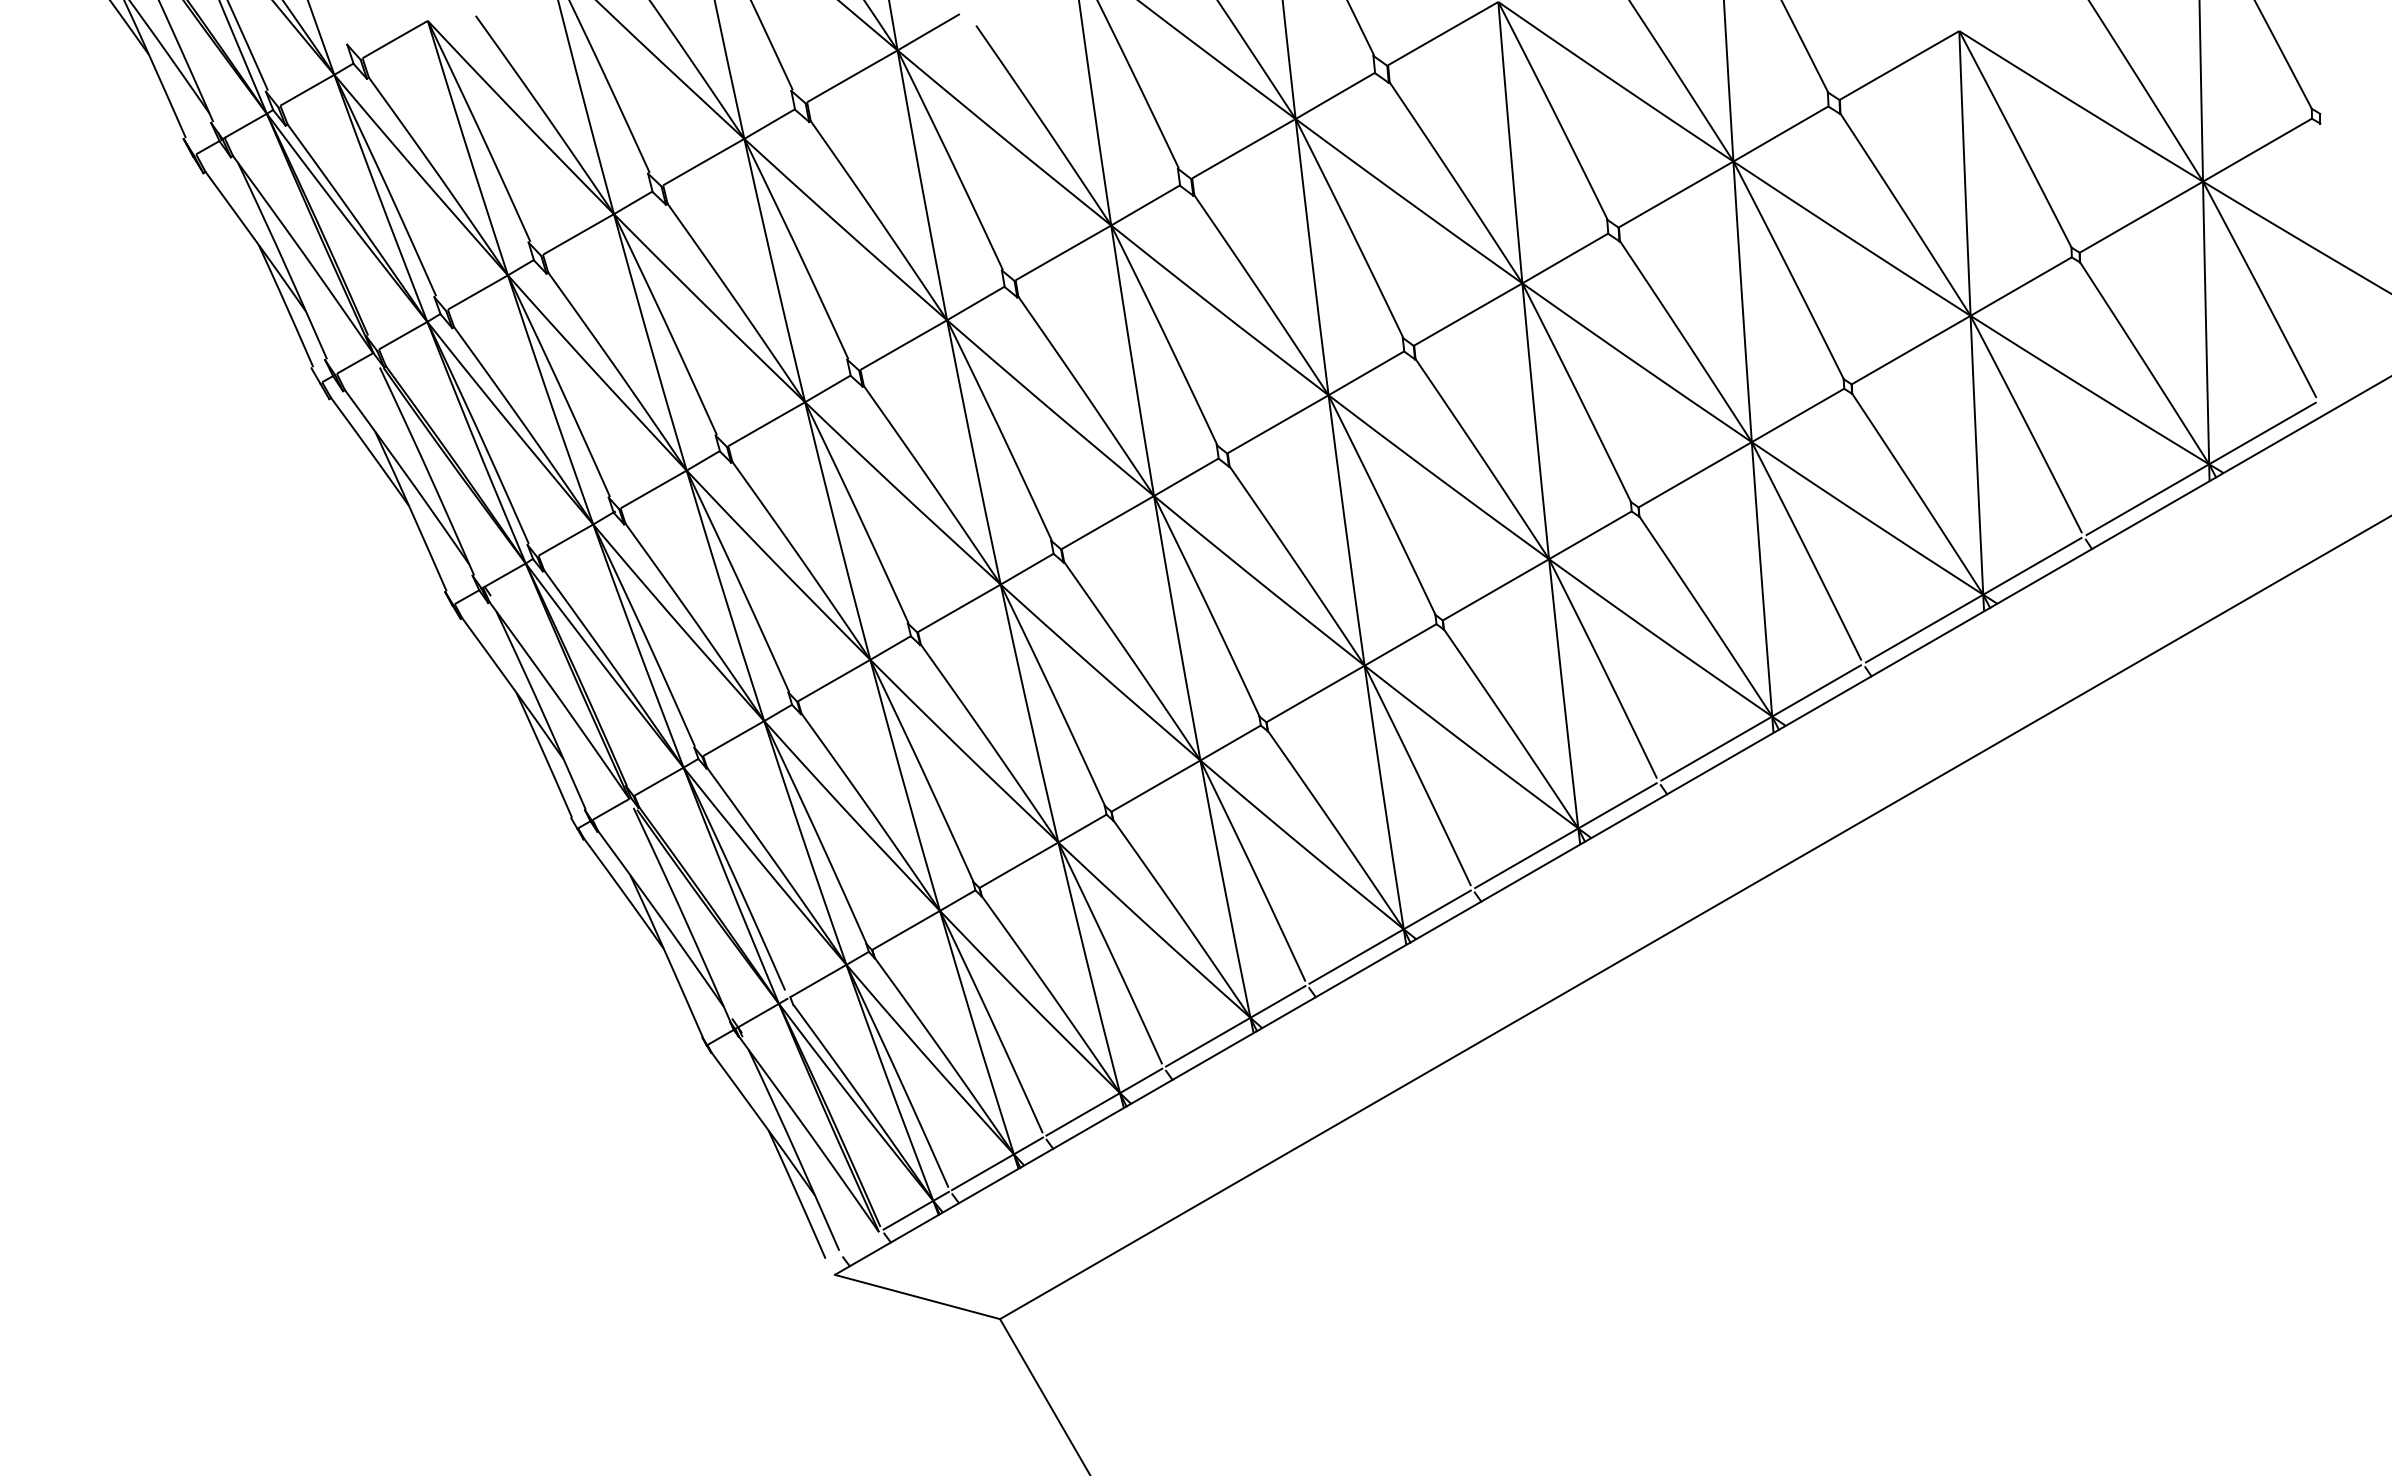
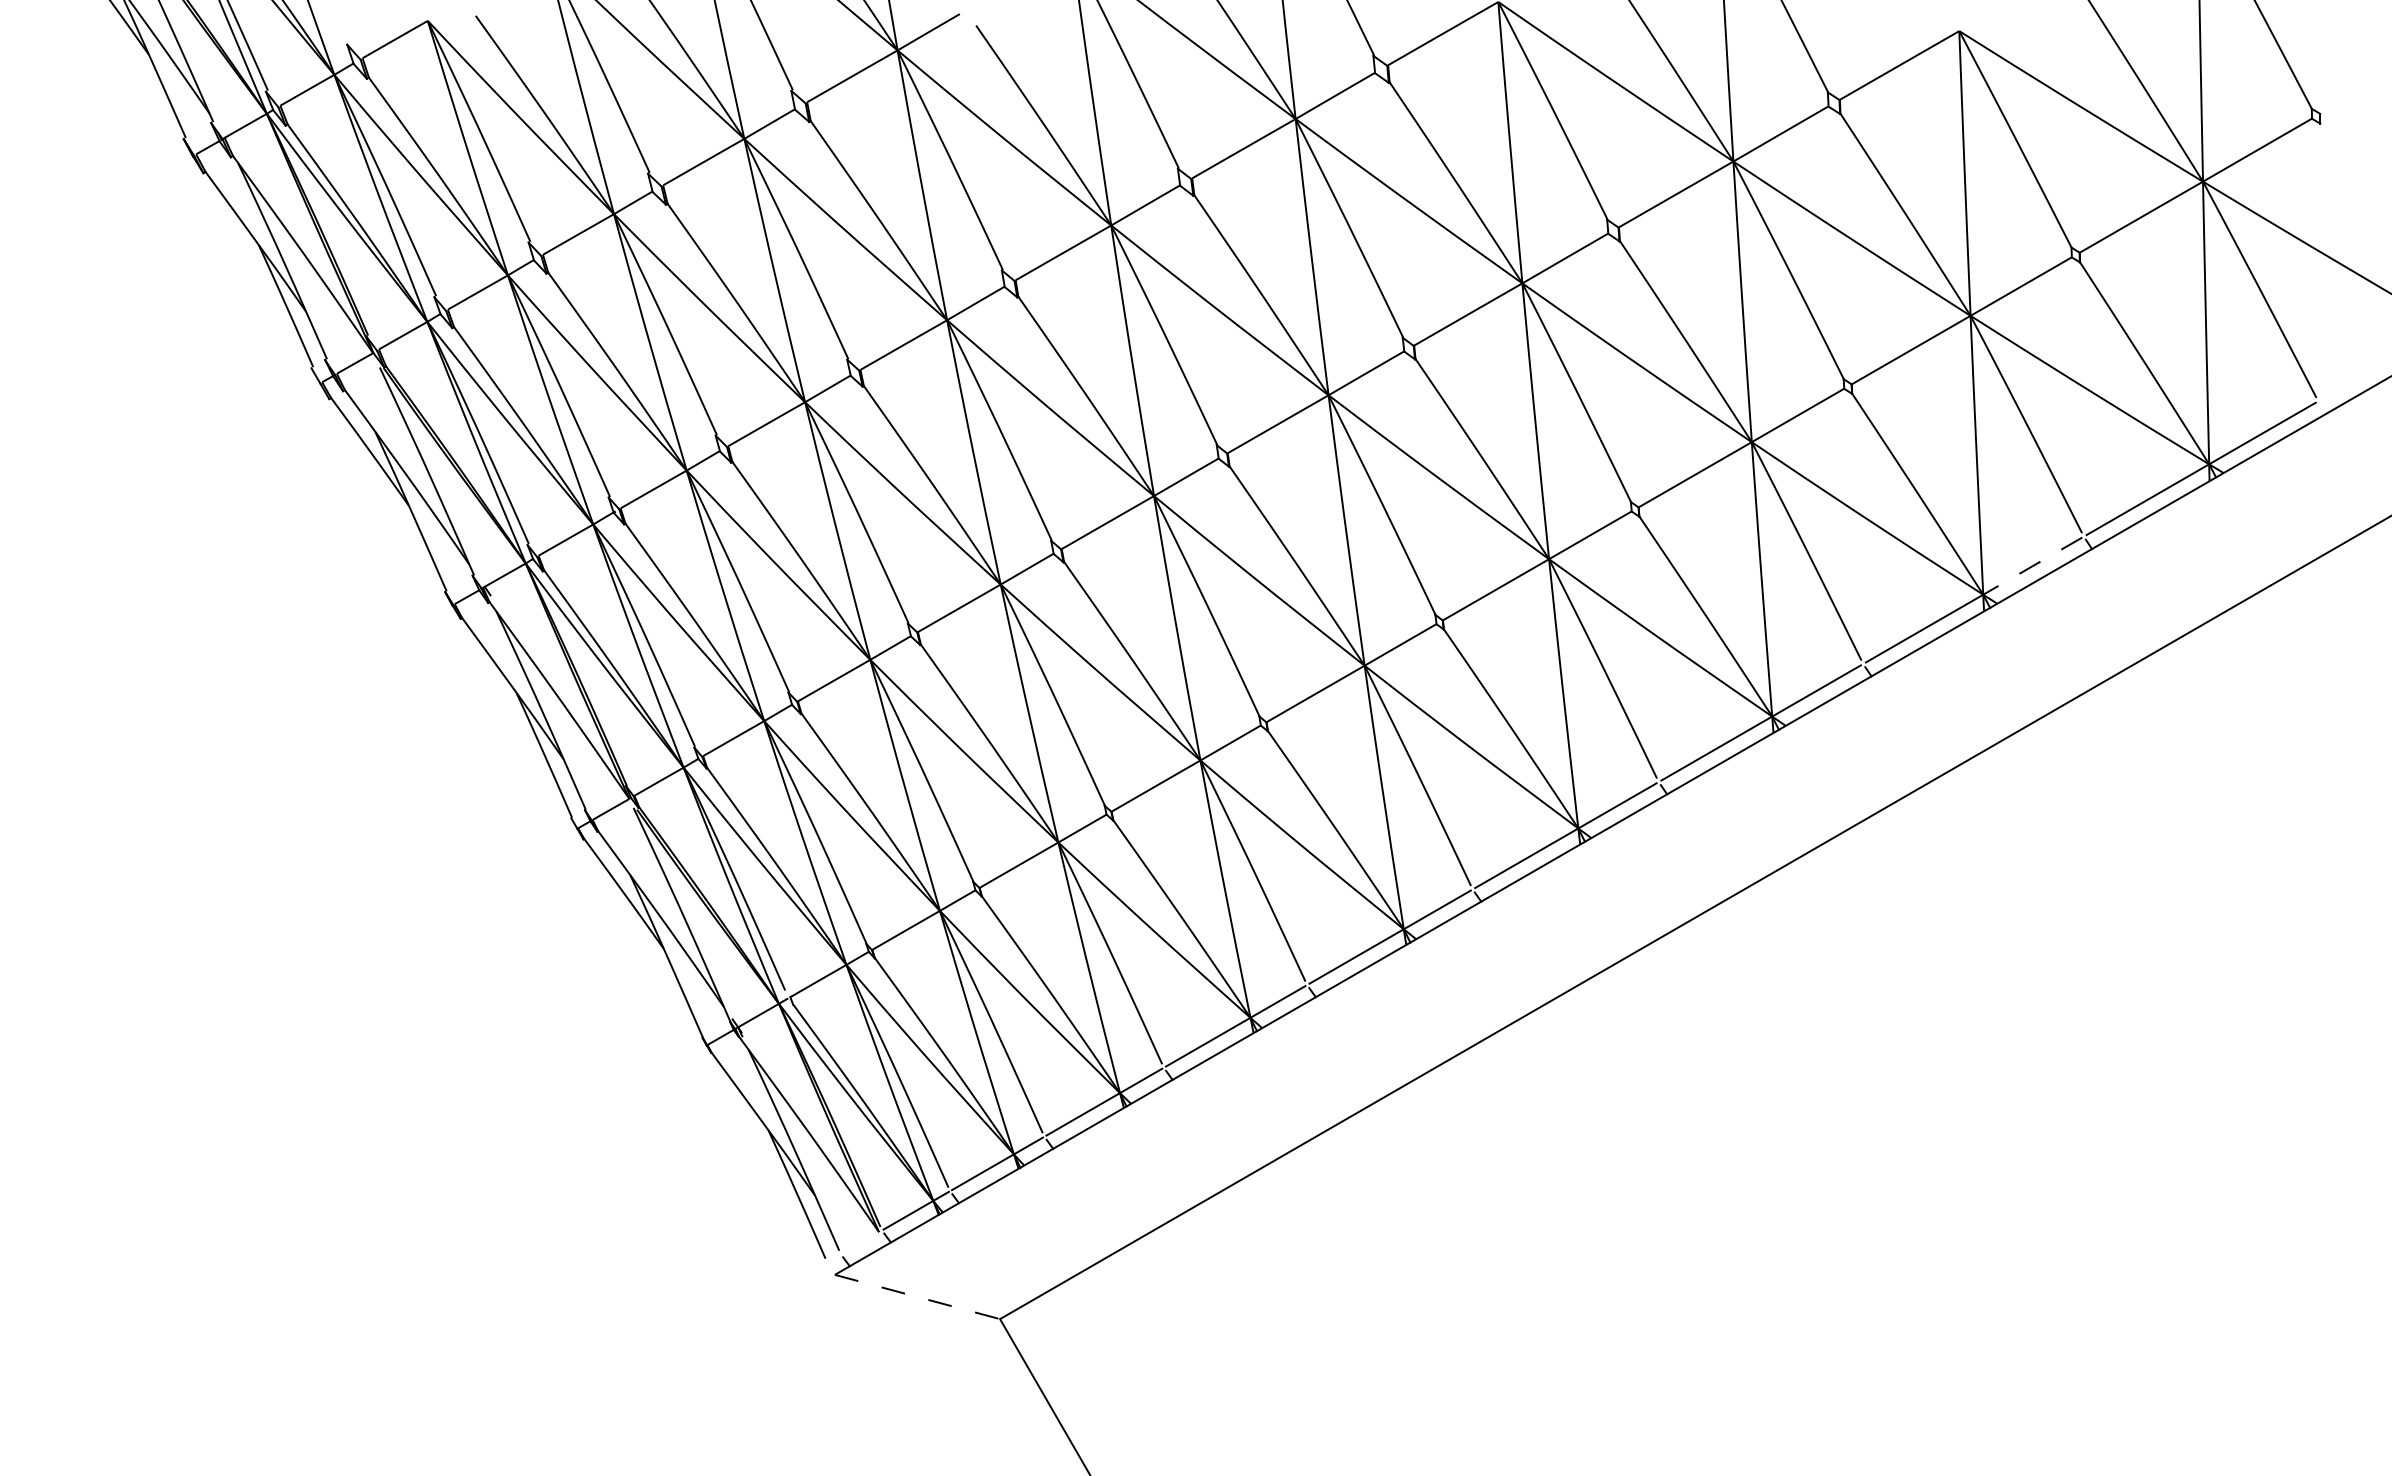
line at (2032, 566): solid -> dashed
line at (917, 1297): solid -> dashed
